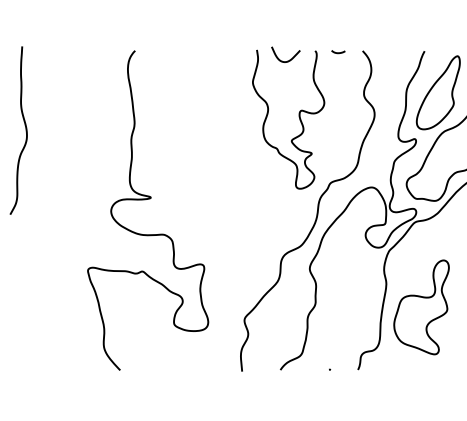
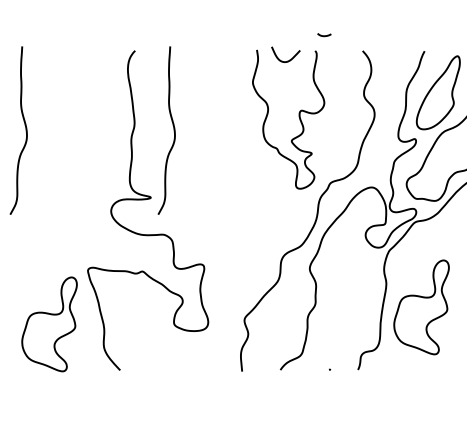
curve at (338, 52) position: (338, 52) -> (324, 35)
curve at (173, 130): none -> present
part at (49, 324): none -> present
